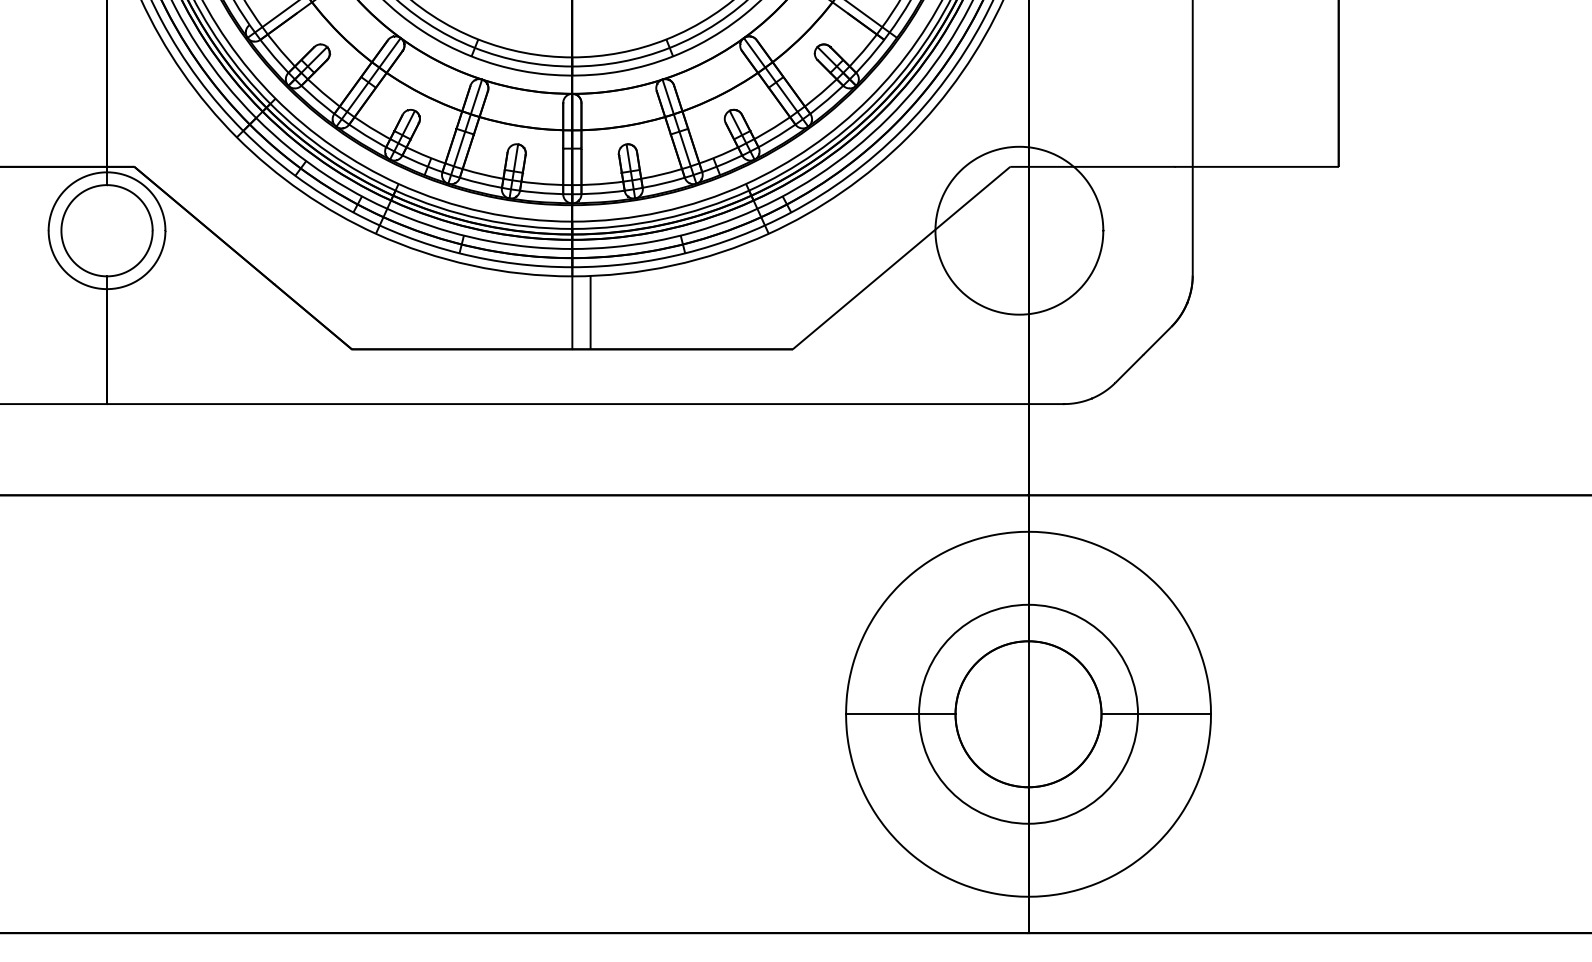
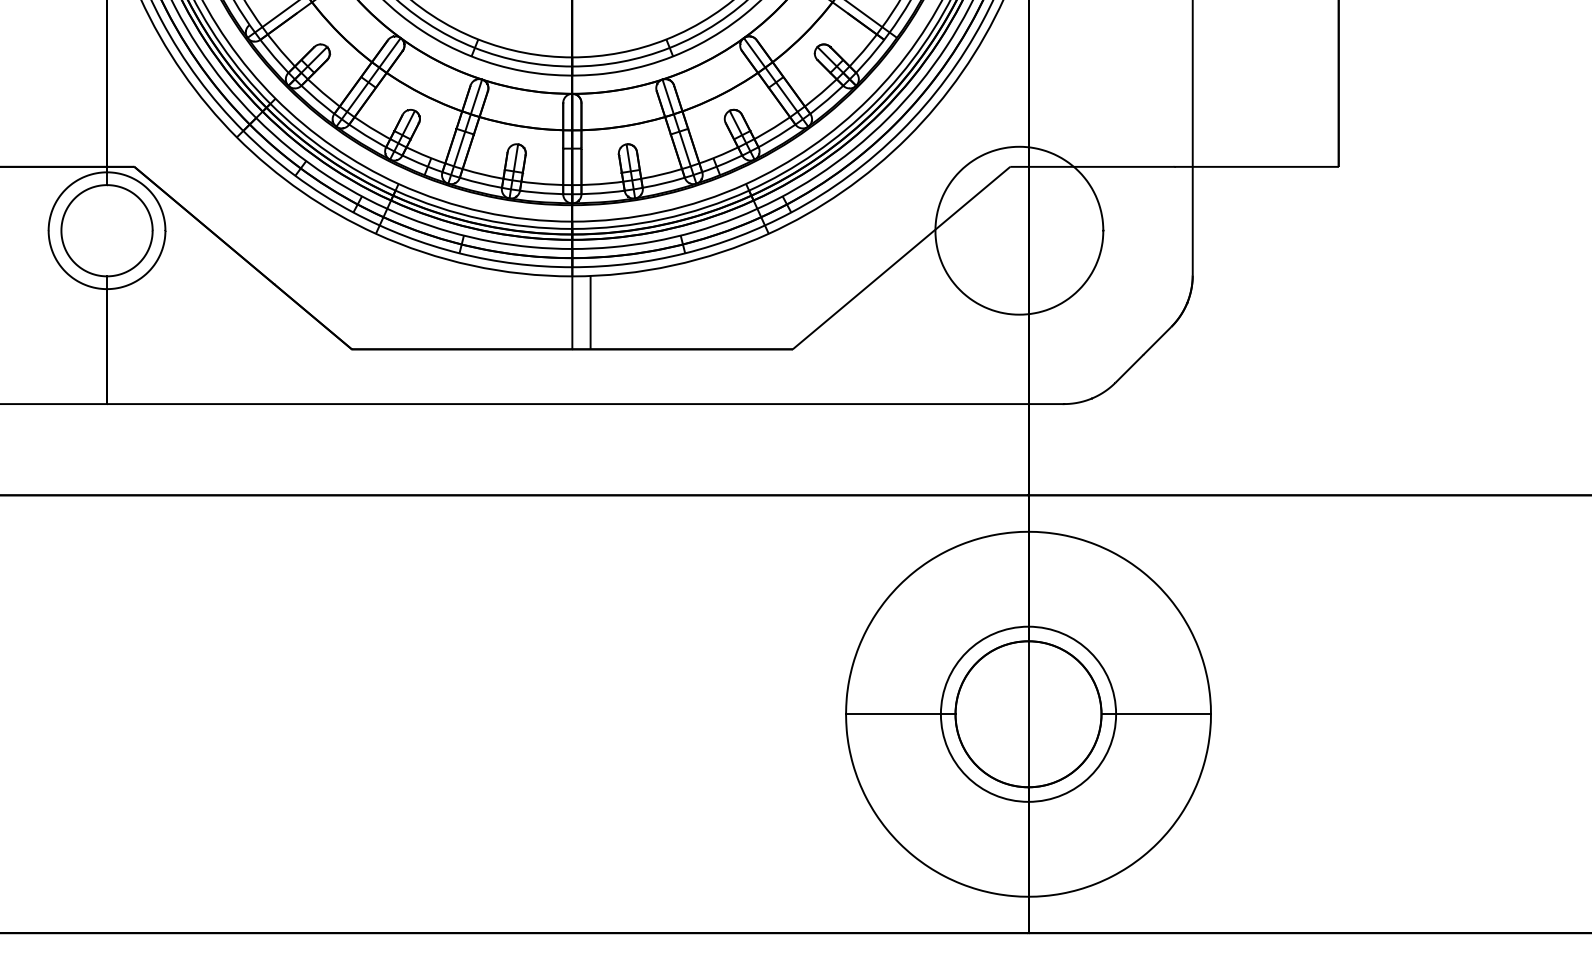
circle at (1028, 713) diameter: 219 px -> 175 px
